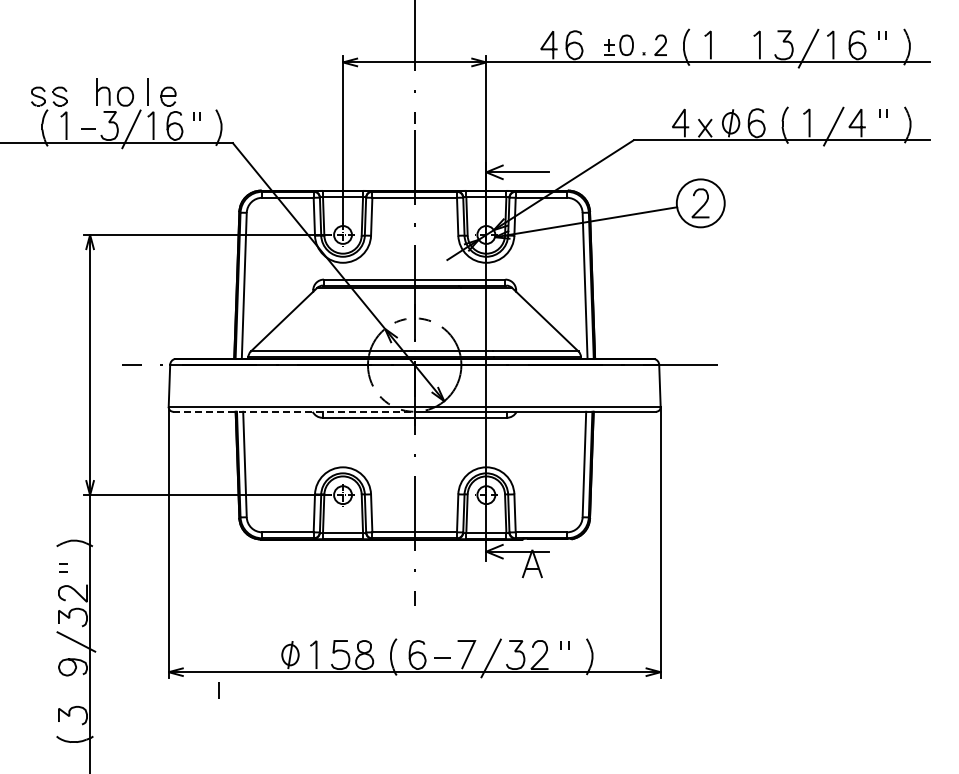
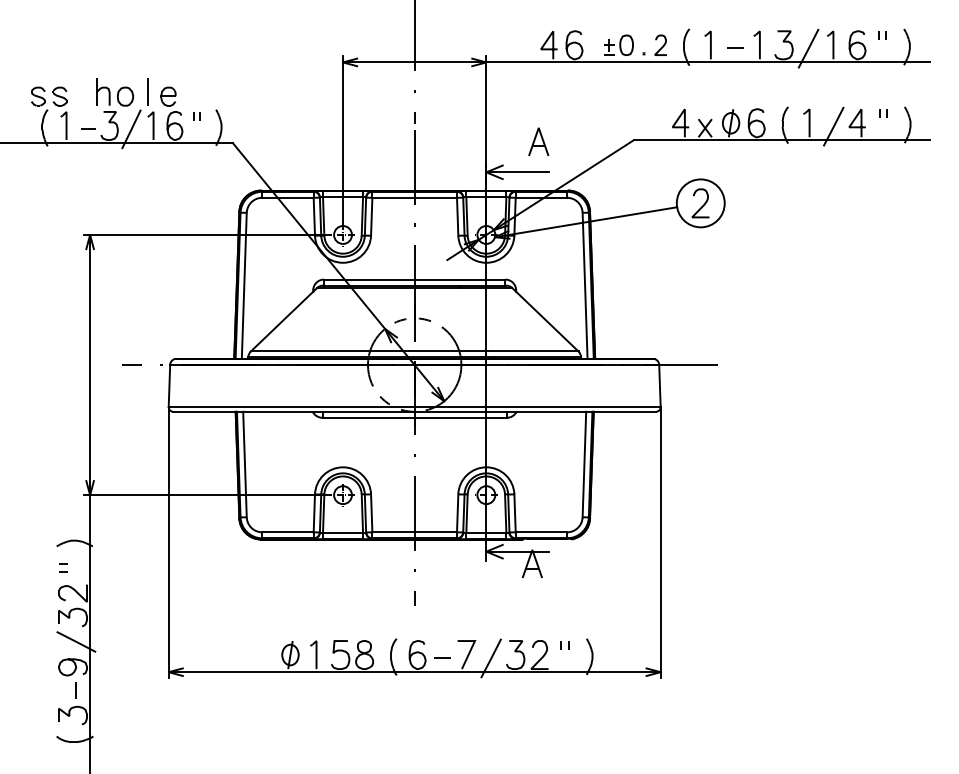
line at (735, 47): none -> present
part at (538, 141): none -> present
line at (294, 411): dashed -> solid
line at (218, 690) position: (218, 690) -> (75, 690)
